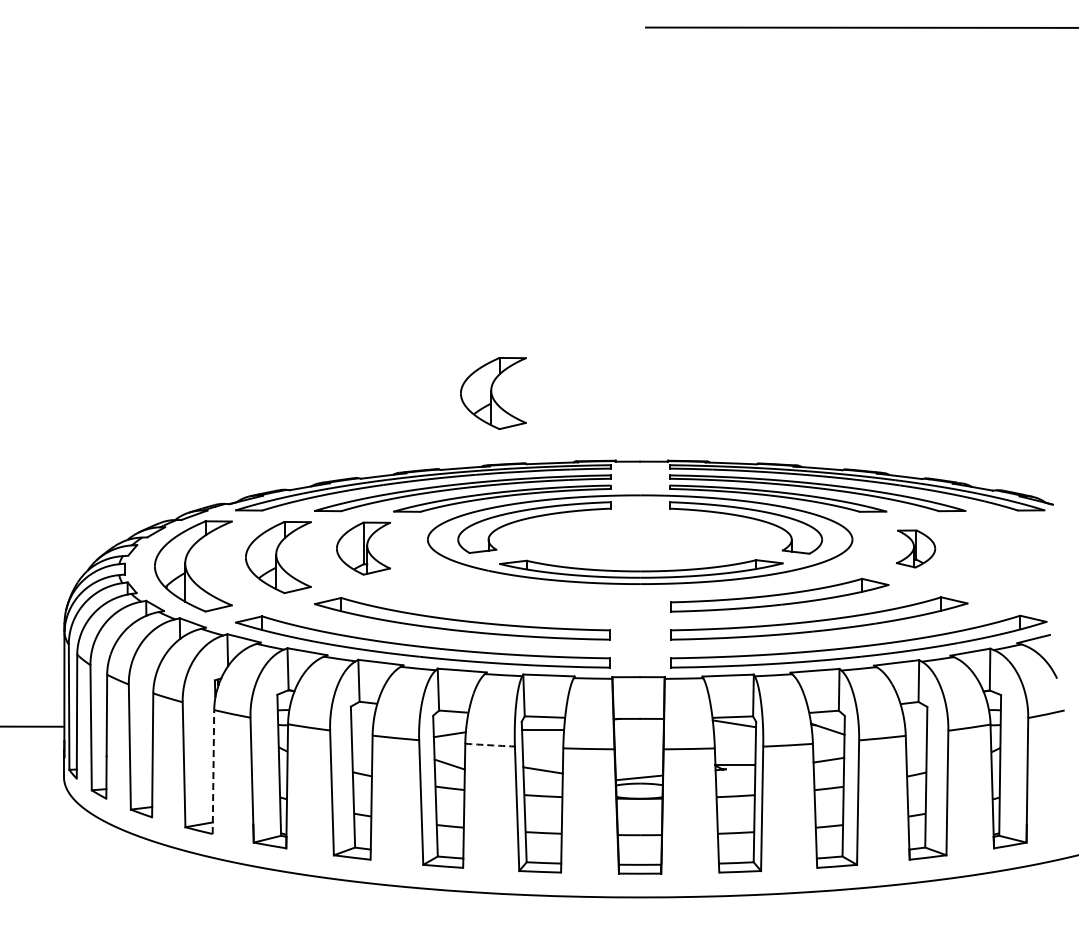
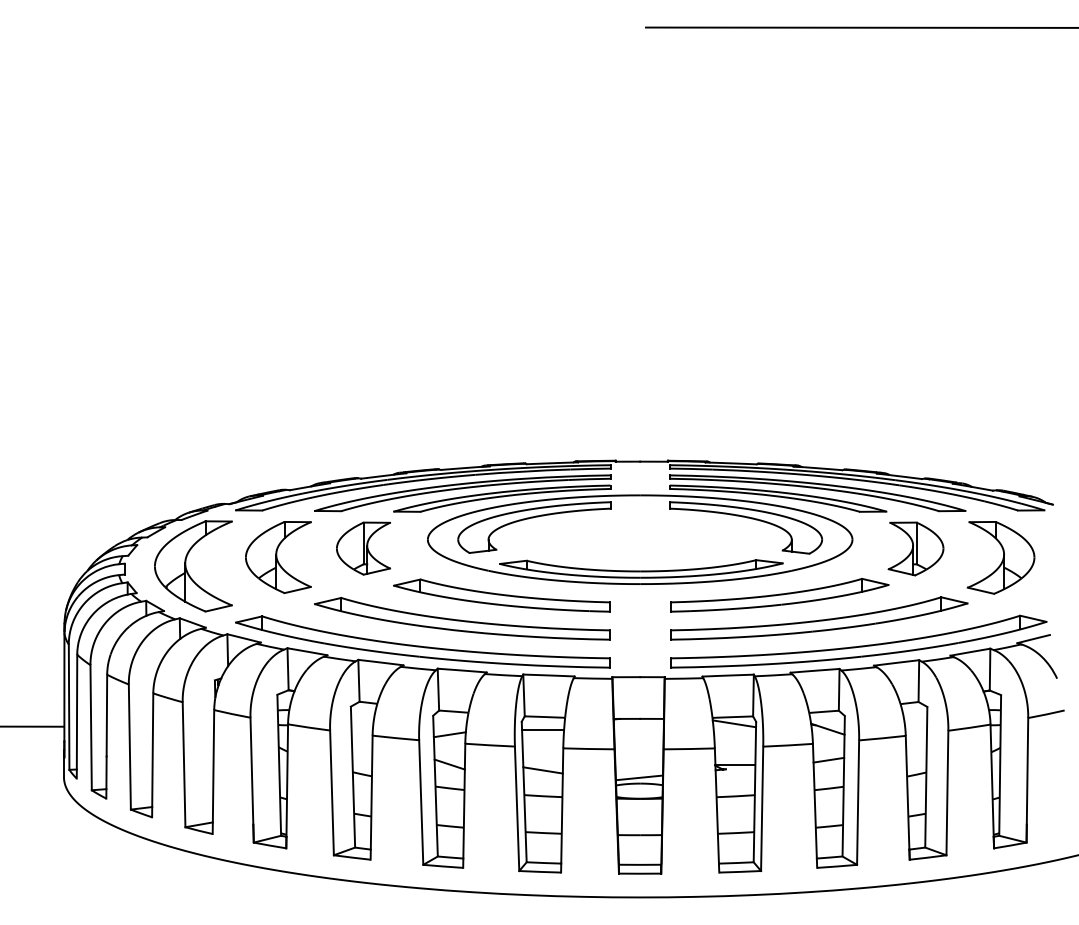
part at (493, 393): present -> none
part at (915, 548) size: 42x40 px -> 58x56 px
part at (1000, 557): none -> present
part at (501, 595): none -> present
arc at (490, 745): dashed -> solid
line at (213, 772): dashed -> solid
